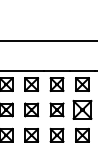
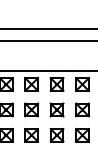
line at (48, 29): none -> present
part at (82, 109) size: 21x20 px -> 15x16 px
